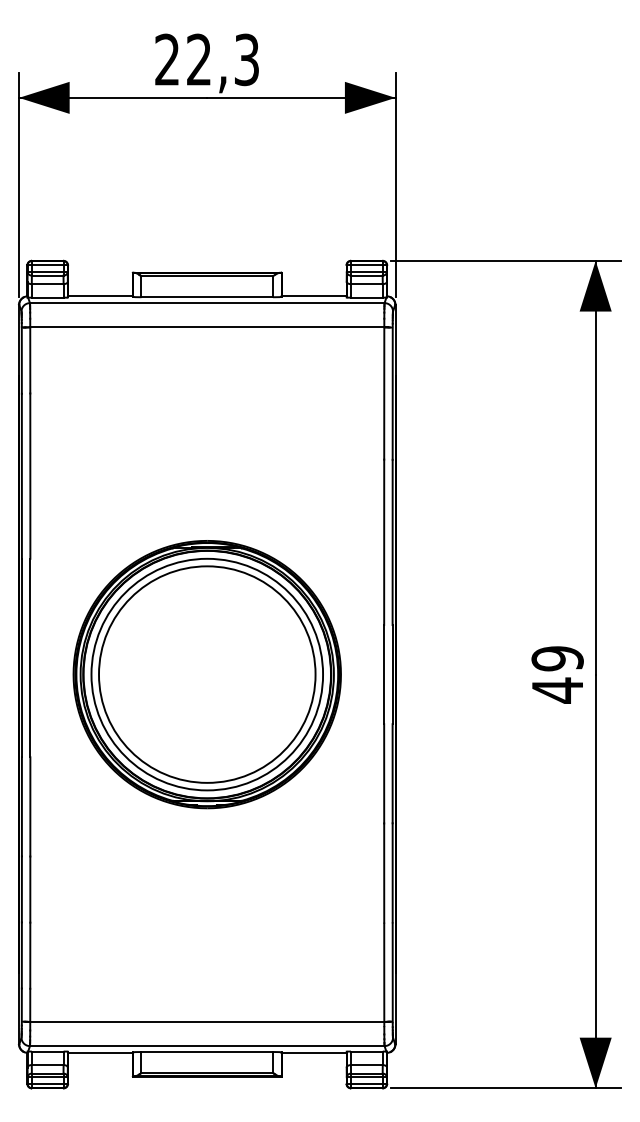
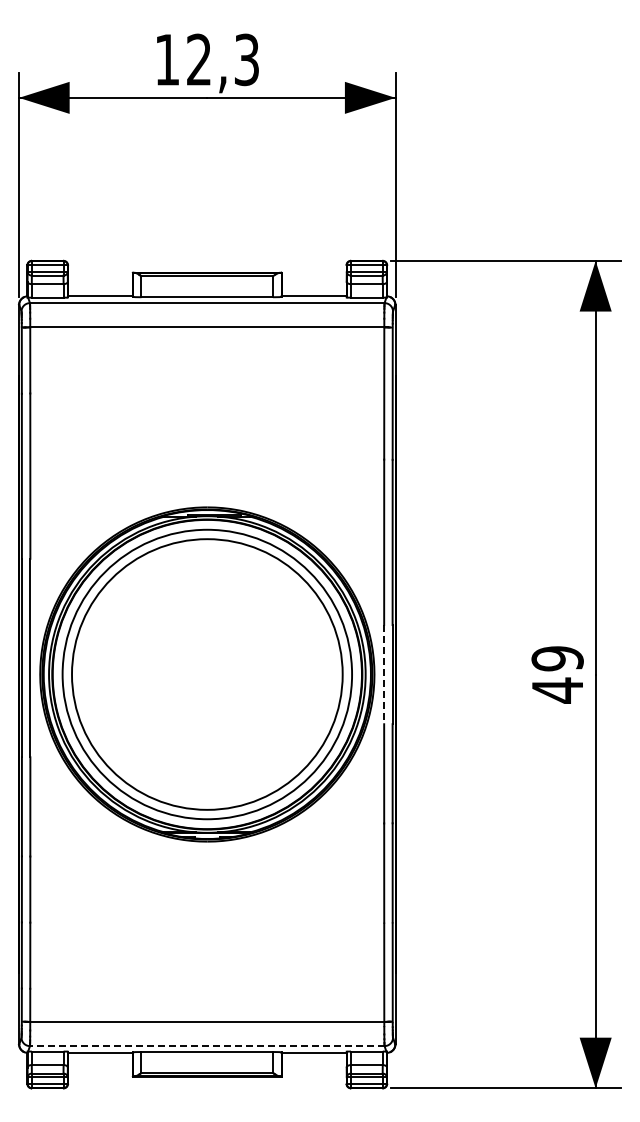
text at (166, 59): 22,3 -> 12,3
part at (206, 674) size: 270x270 px -> 337x337 px
line at (384, 674): solid -> dashed
line at (206, 1046): solid -> dashed
